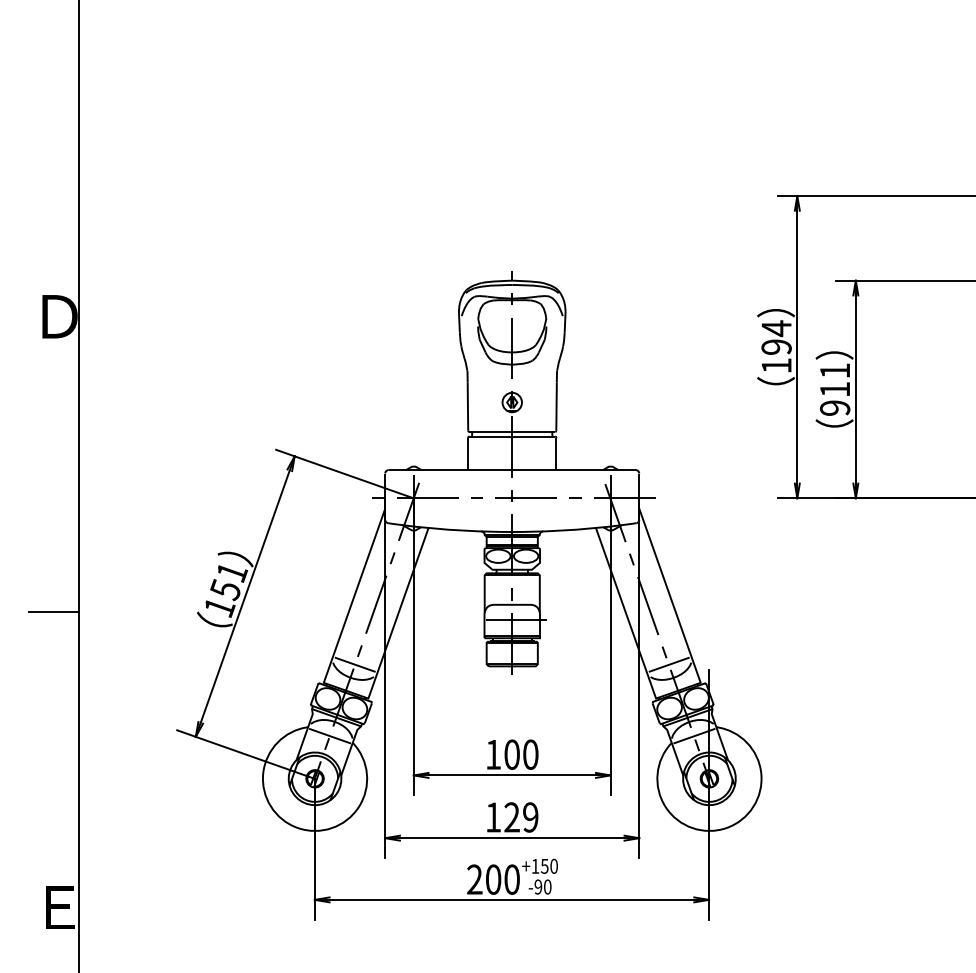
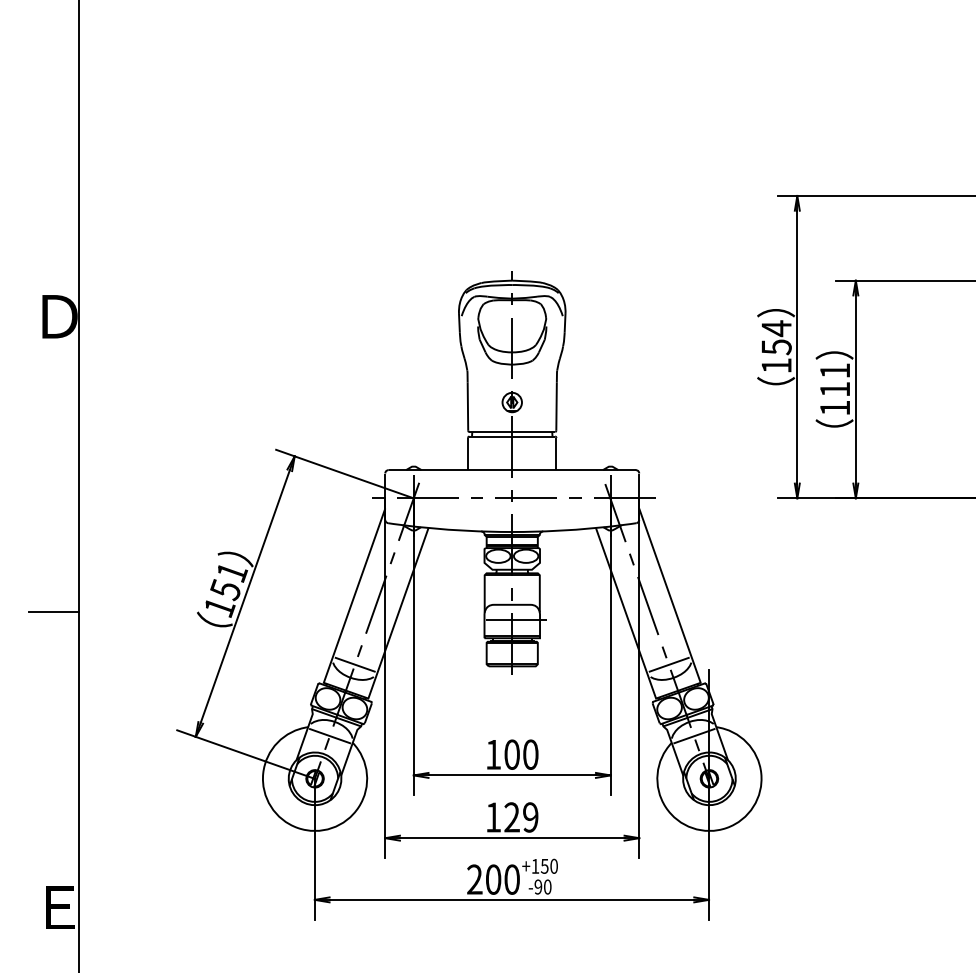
text at (776, 347): 194 -> 154
text at (834, 407): 911 -> 111
